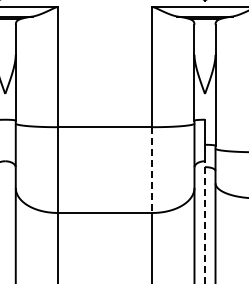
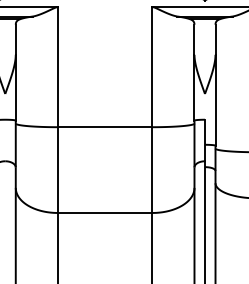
line at (152, 170): dashed -> solid
line at (205, 222): dashed -> solid
